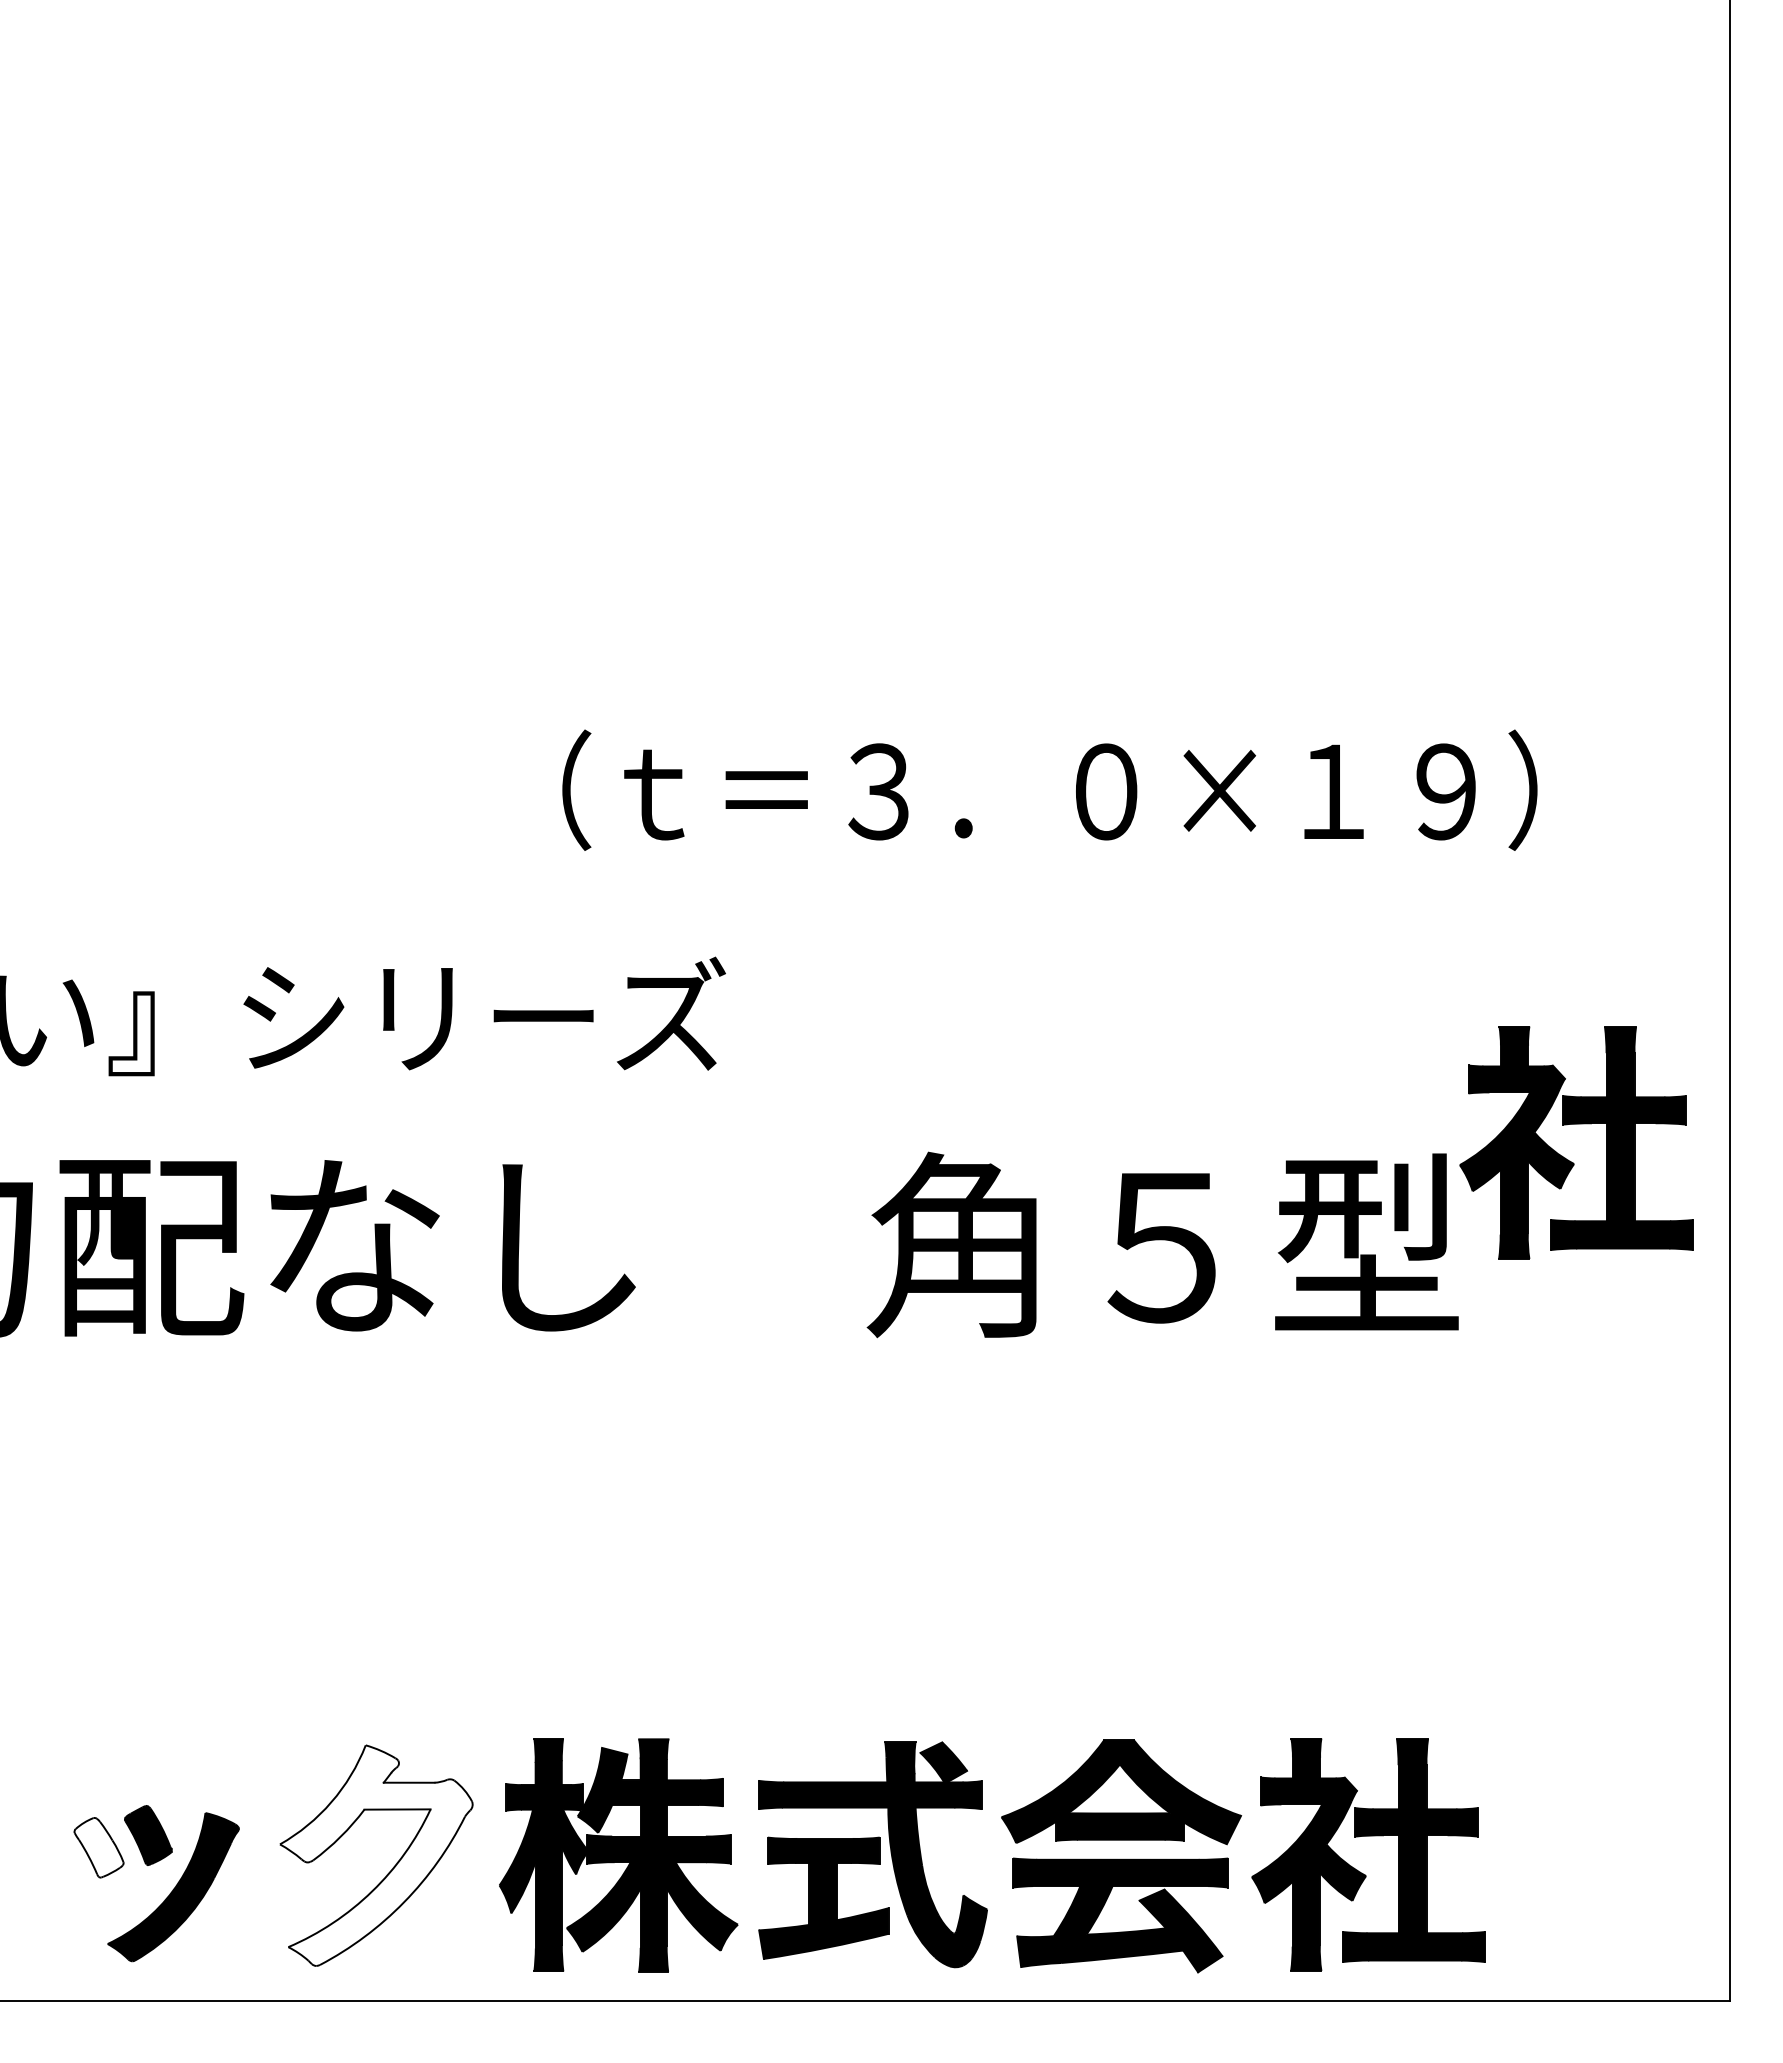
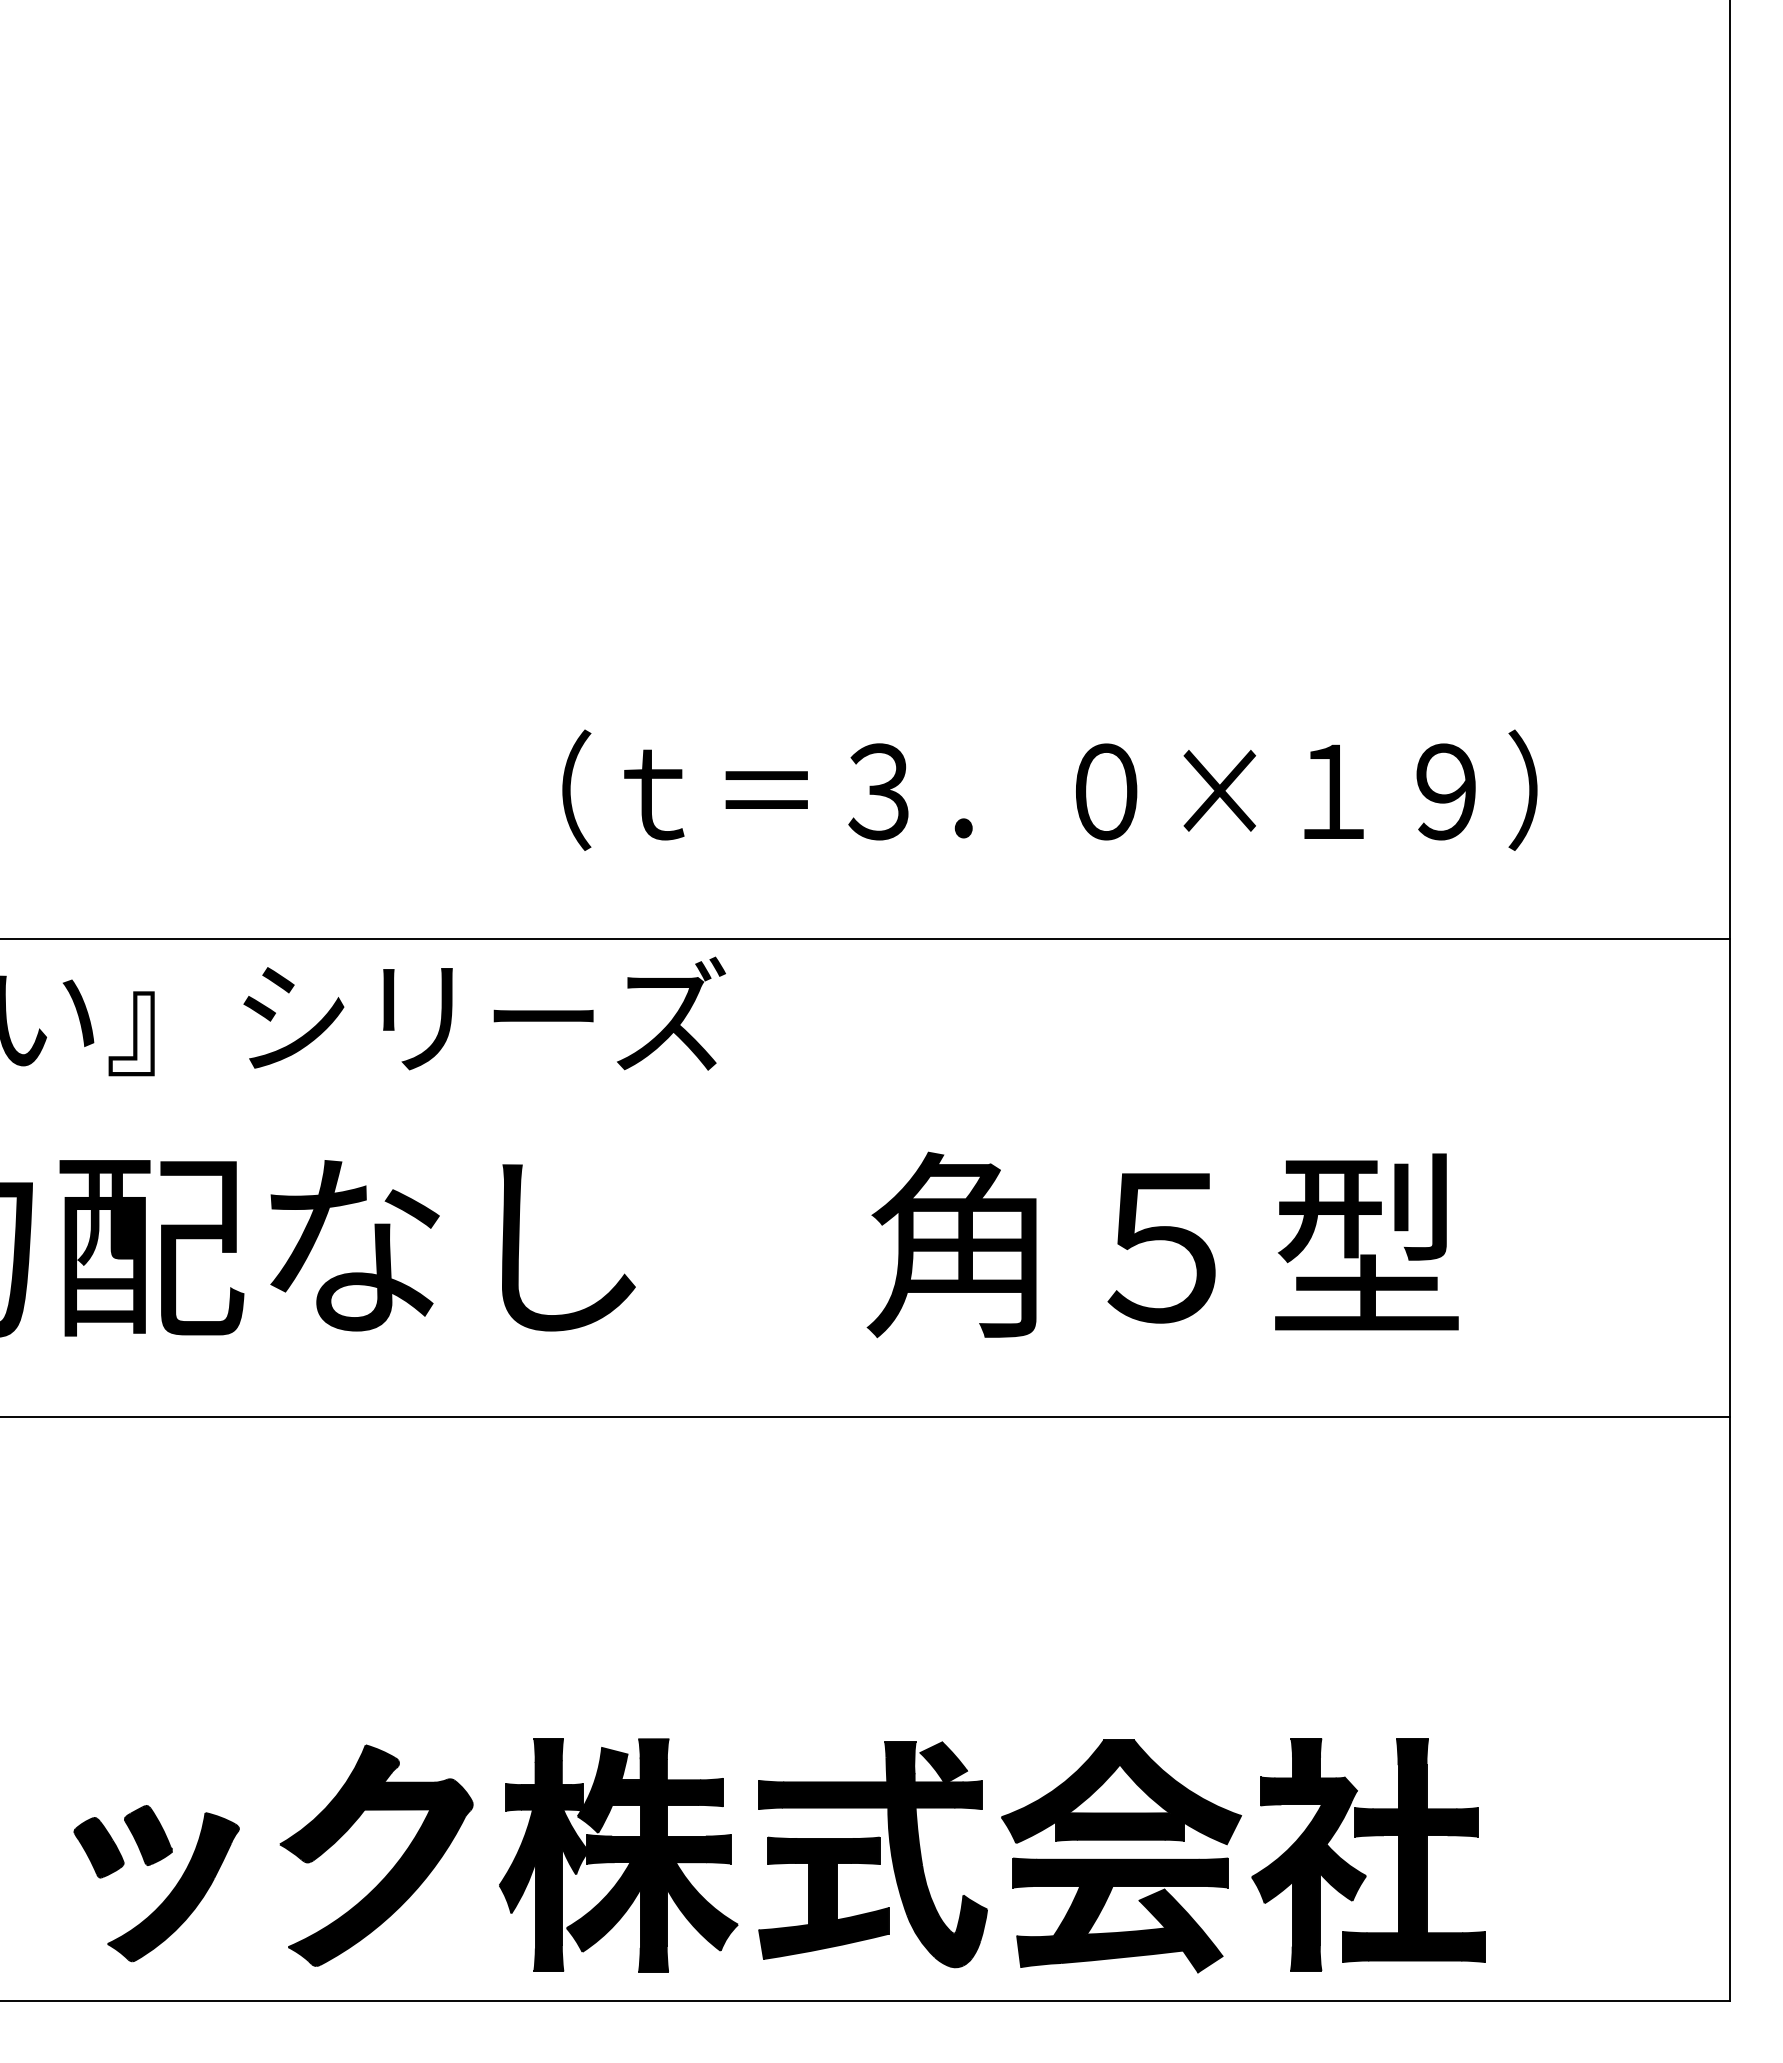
line at (865, 939): none -> present
part at (1576, 1124): present -> none
line at (865, 1417): none -> present
fill at (98, 1847): none -> present
fill at (376, 1855): none -> present
